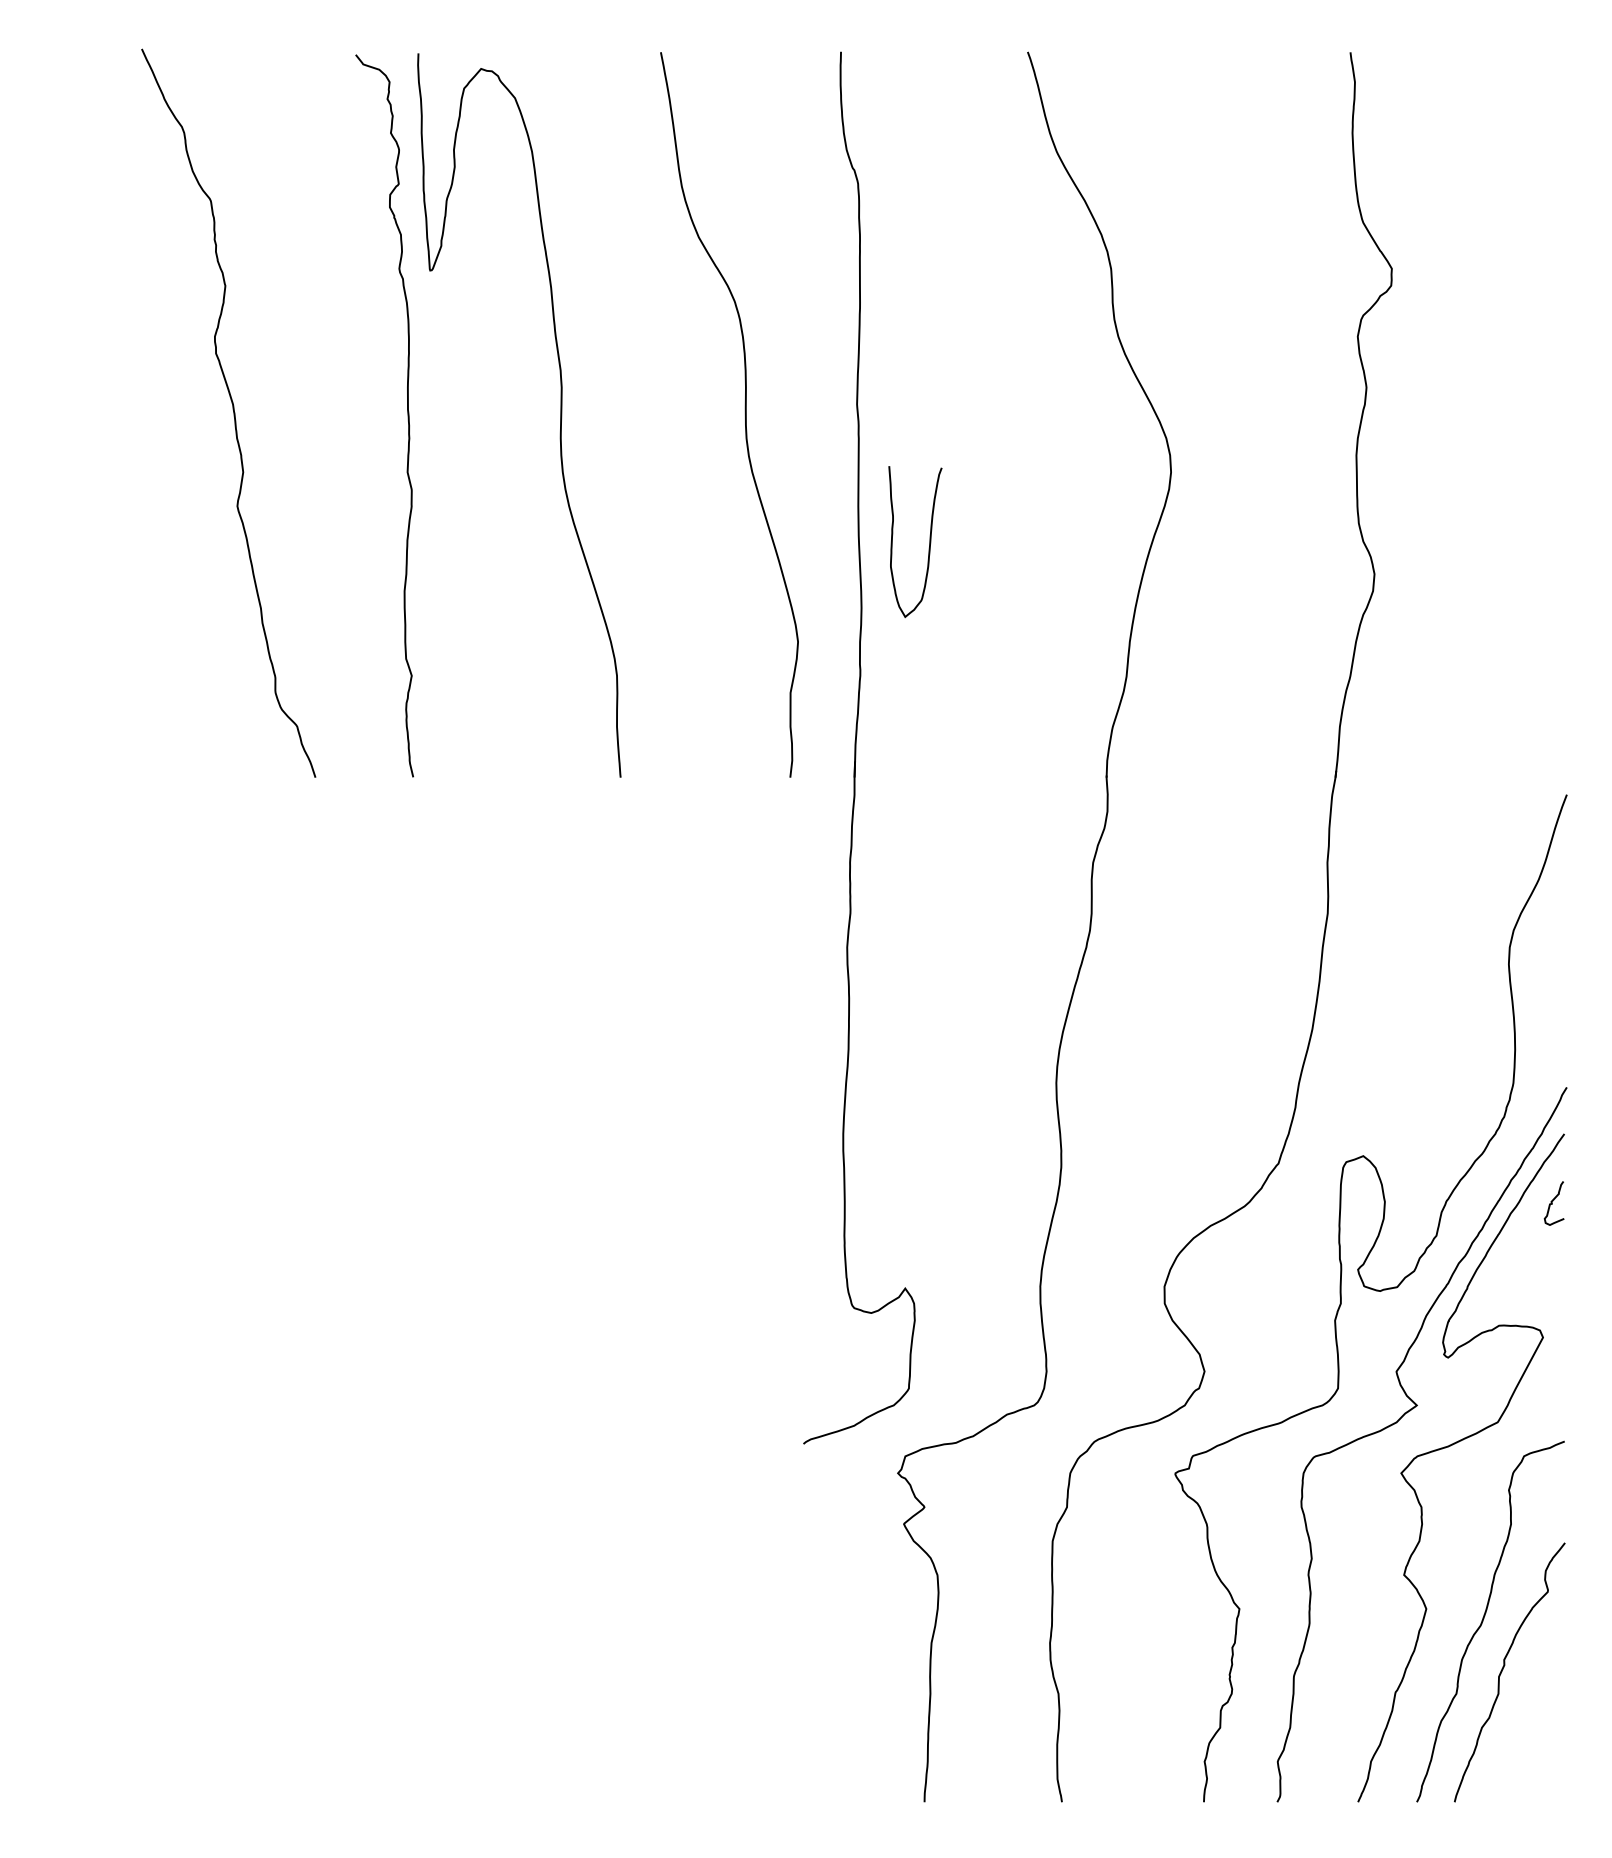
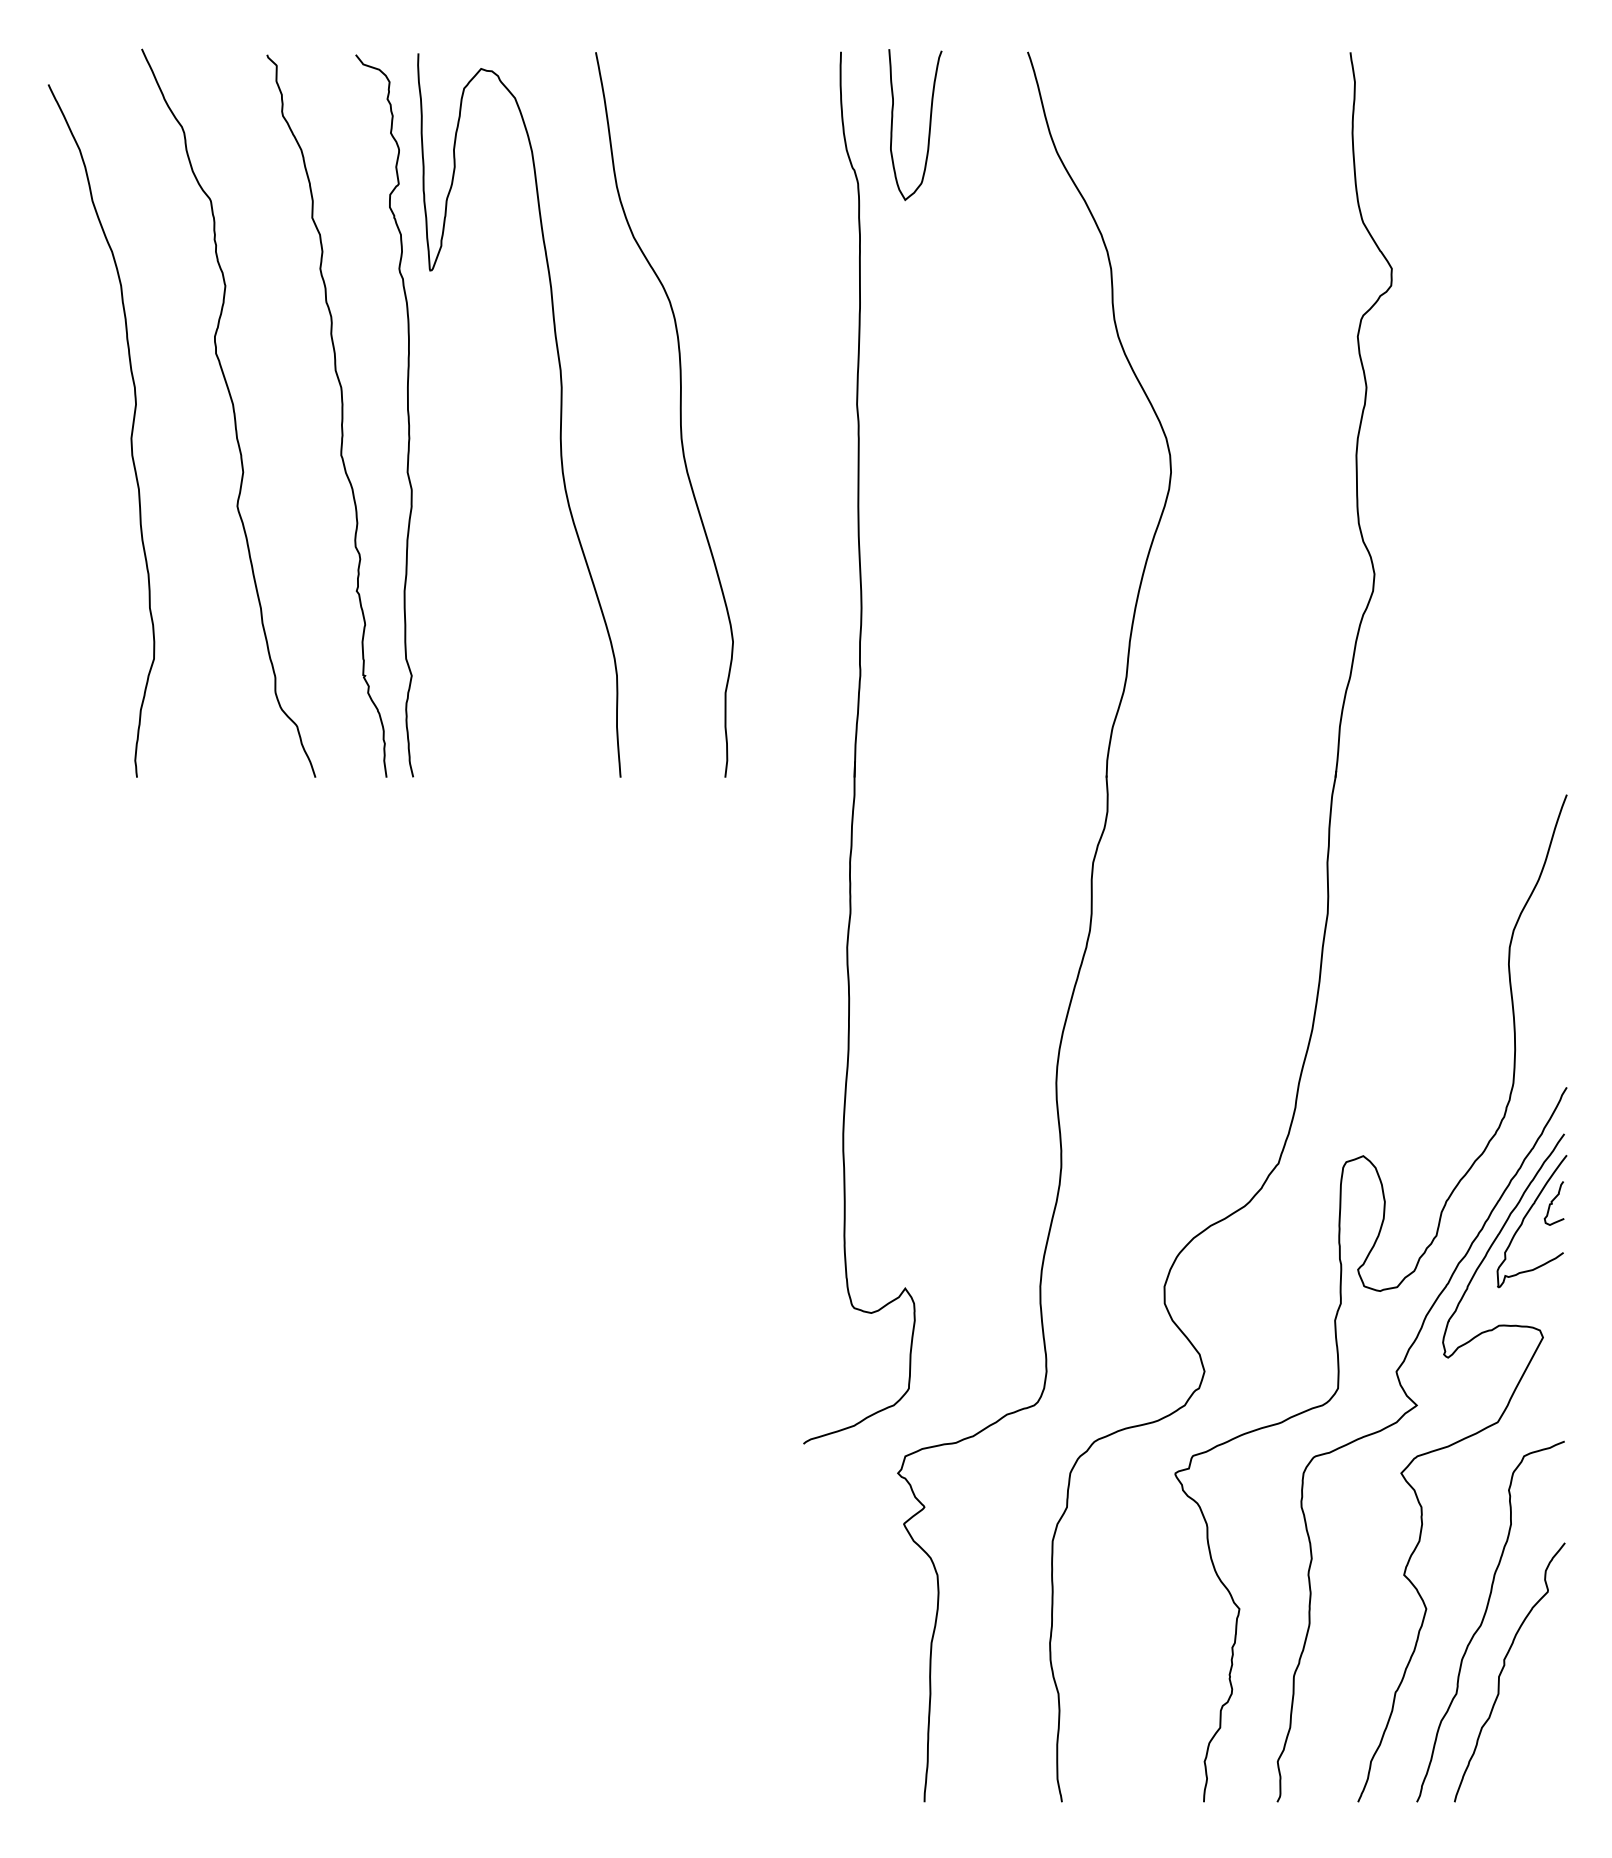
curve at (744, 414) position: (744, 414) -> (679, 414)
curve at (341, 415): none -> present
curve at (130, 435): none -> present
curve at (929, 542) position: (929, 542) -> (929, 125)
curve at (1526, 1216): none -> present
